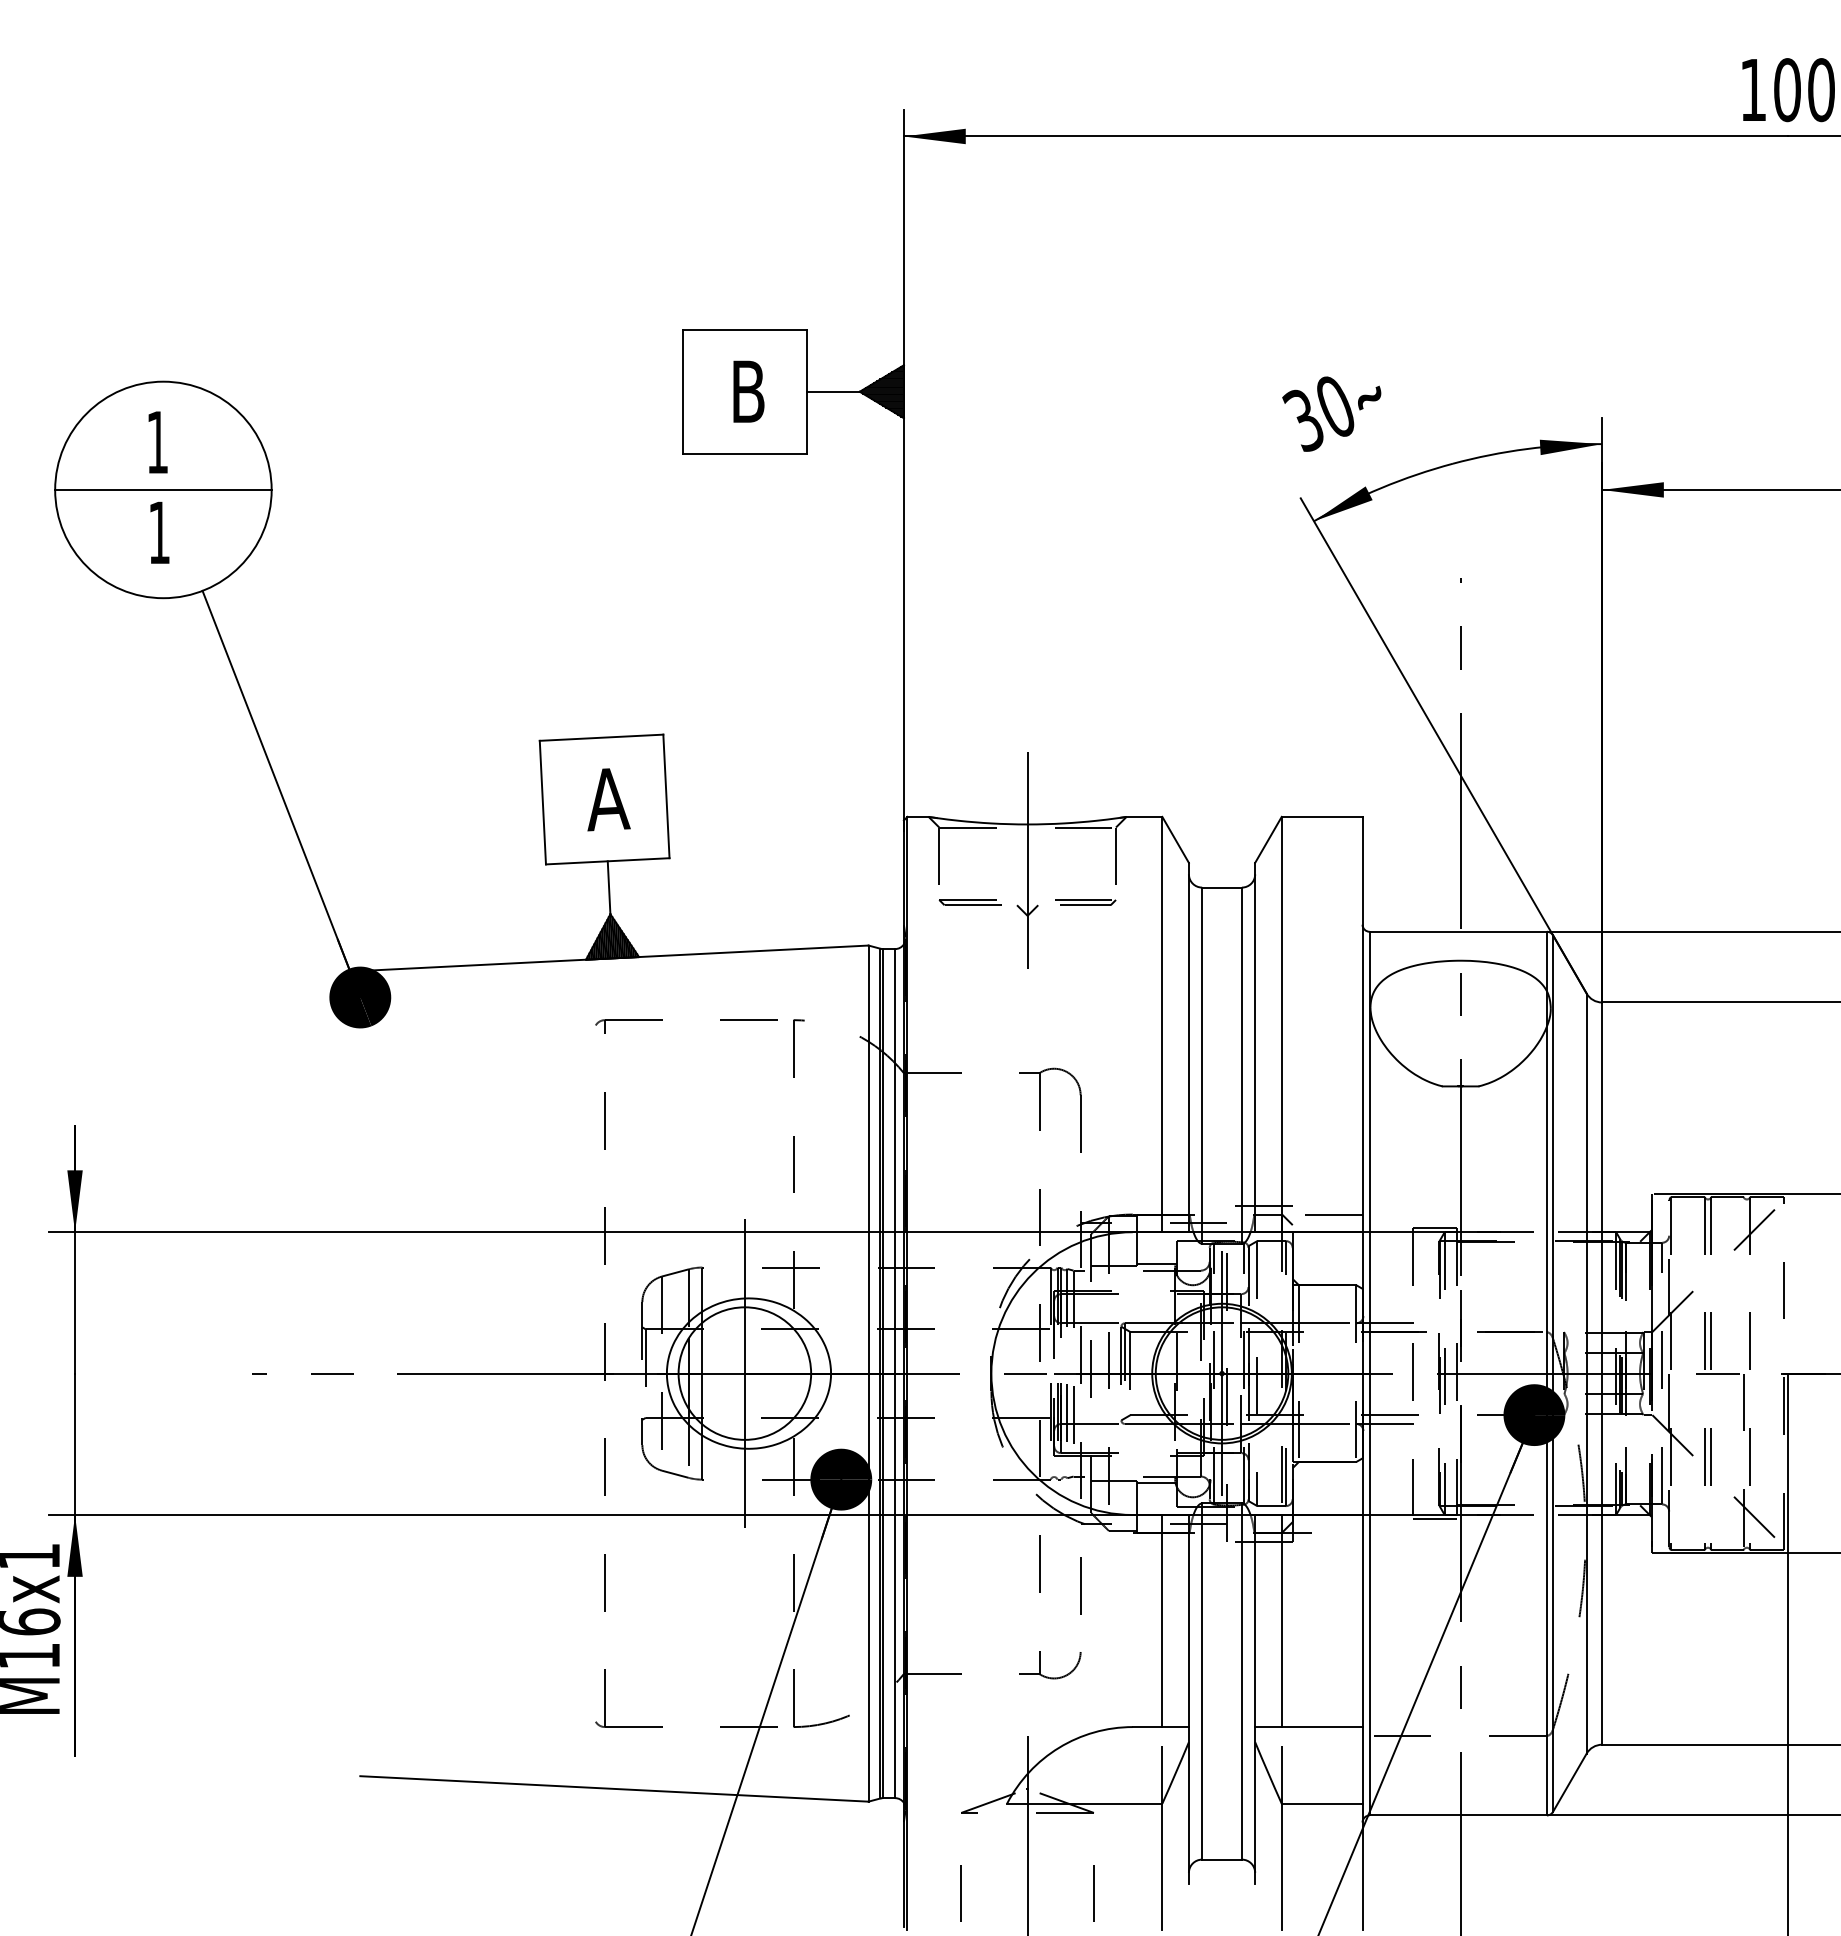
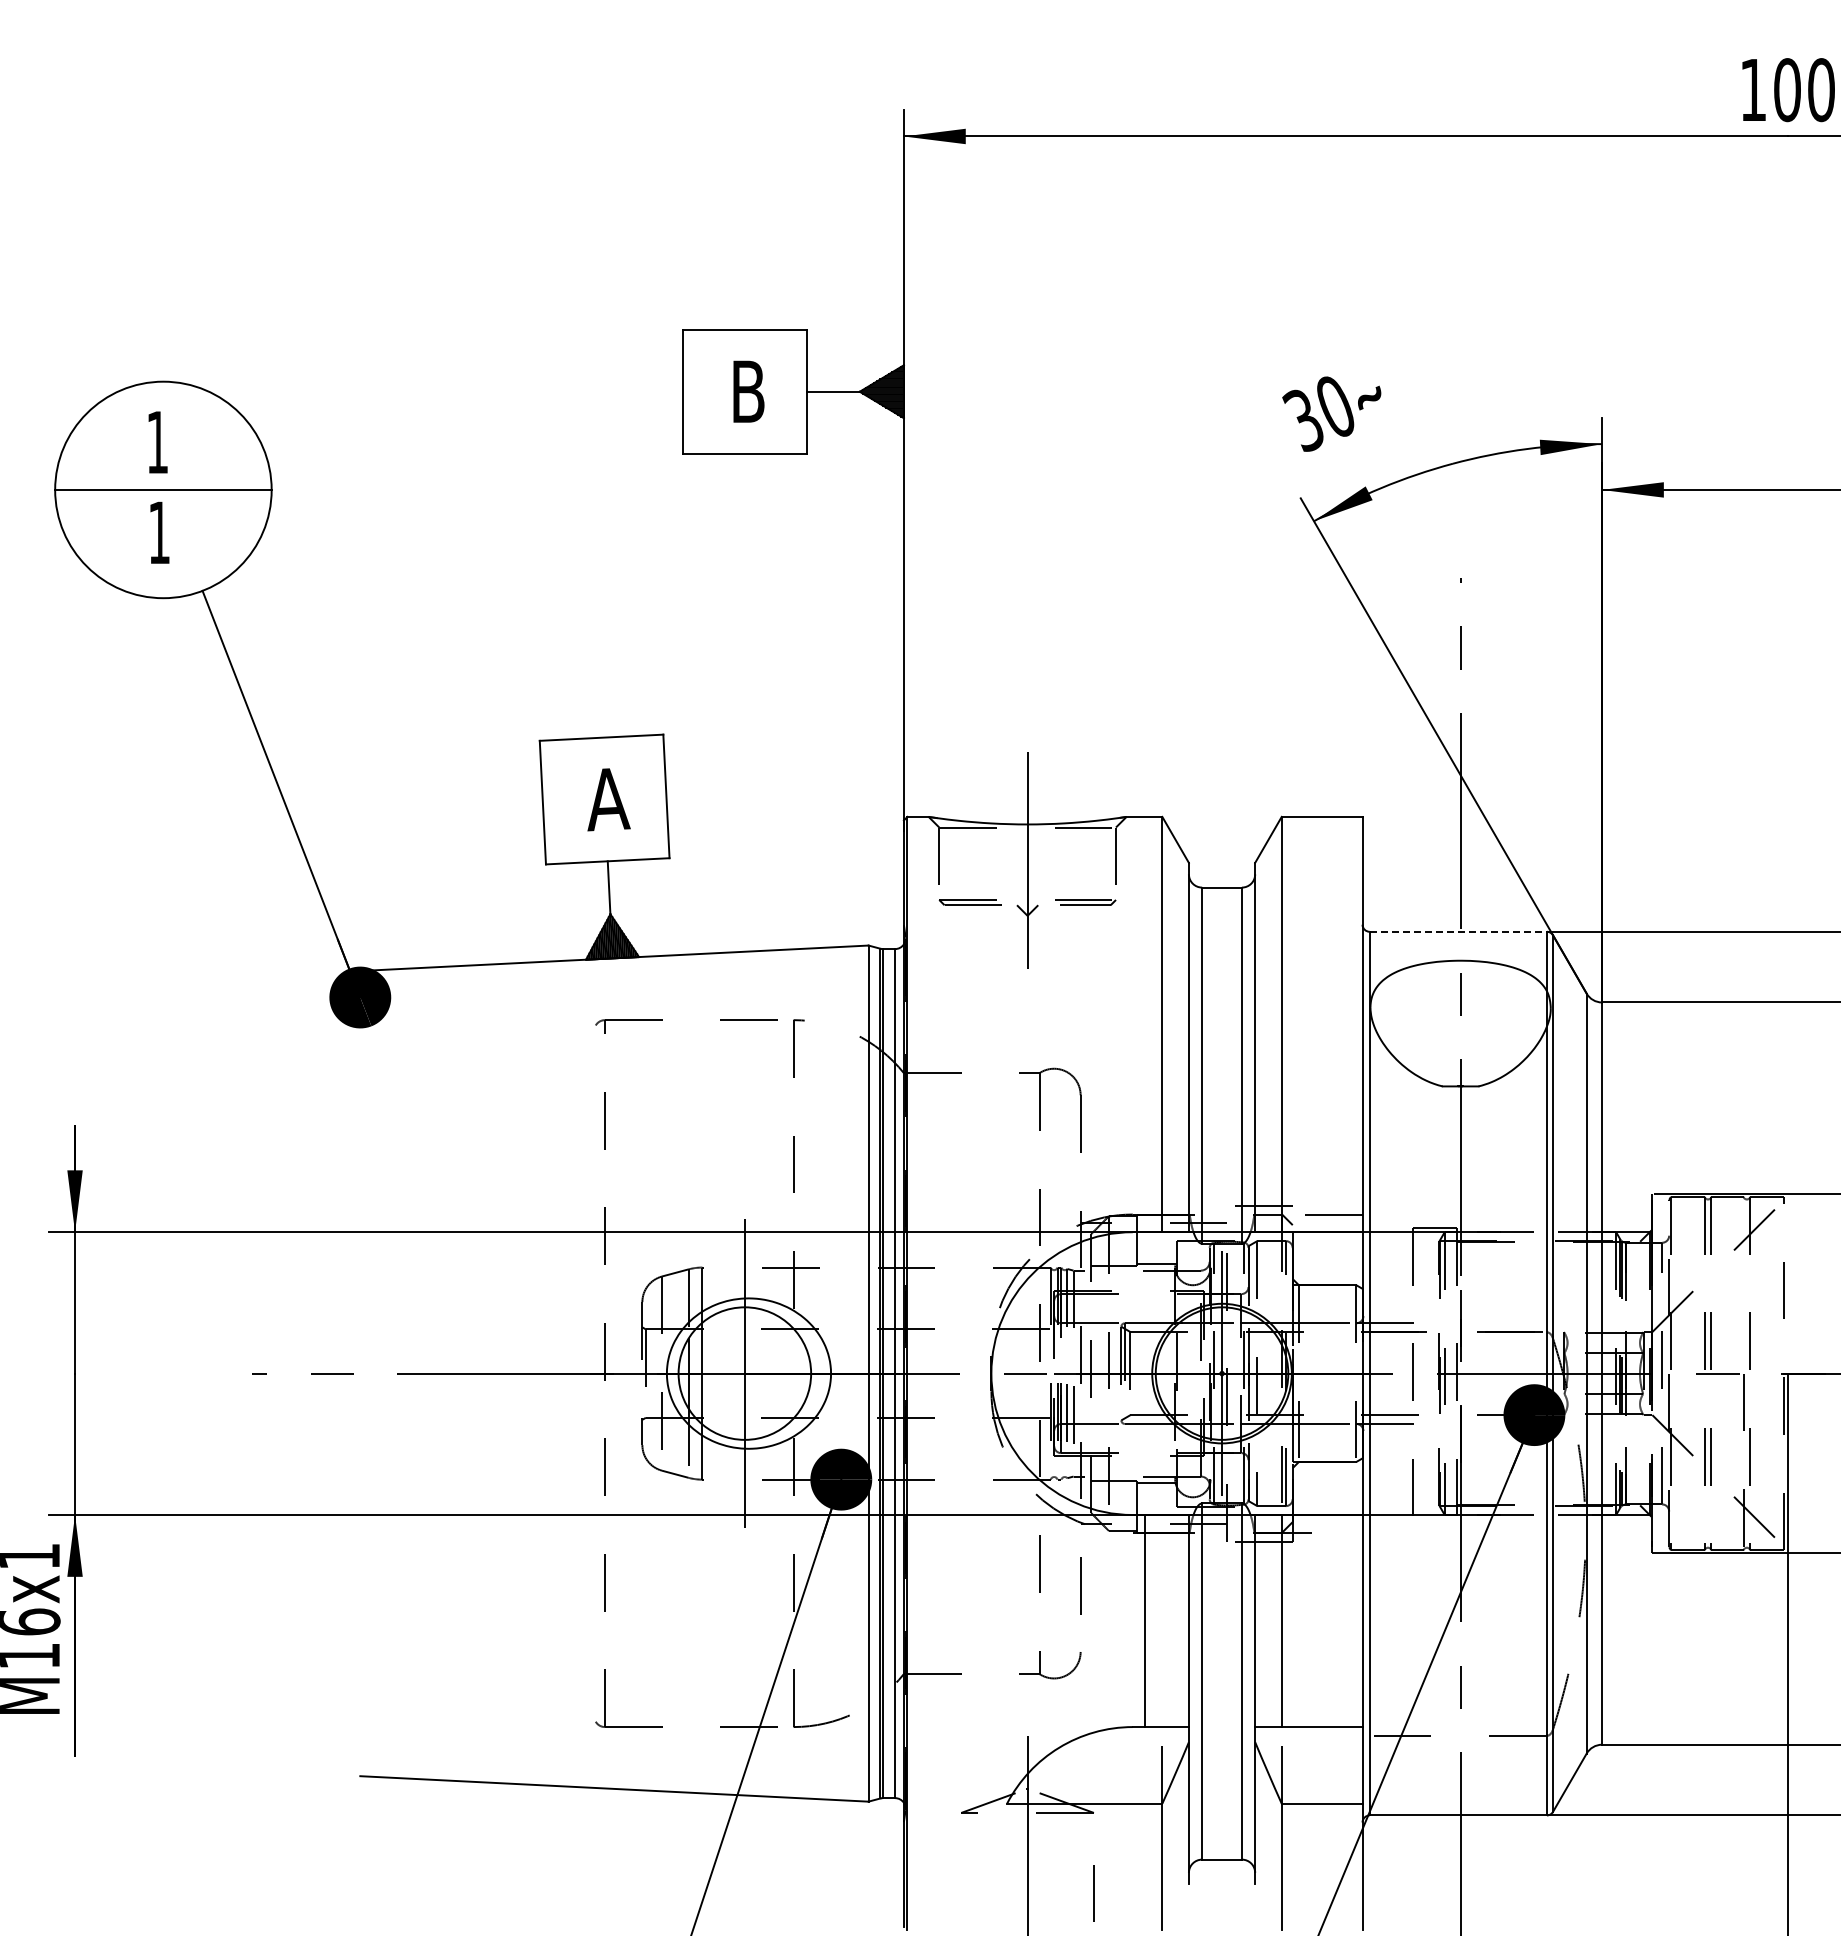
line at (1458, 931): solid -> dashed
line at (1434, 1519): present -> none
line at (1162, 1620) position: (1162, 1620) -> (1145, 1620)
line at (960, 1893): present -> none
